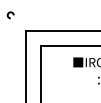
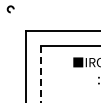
arc at (9, 16) position: (9, 16) -> (9, 10)
line at (41, 74): solid -> dashed
